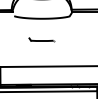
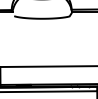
part at (41, 39): present -> none
